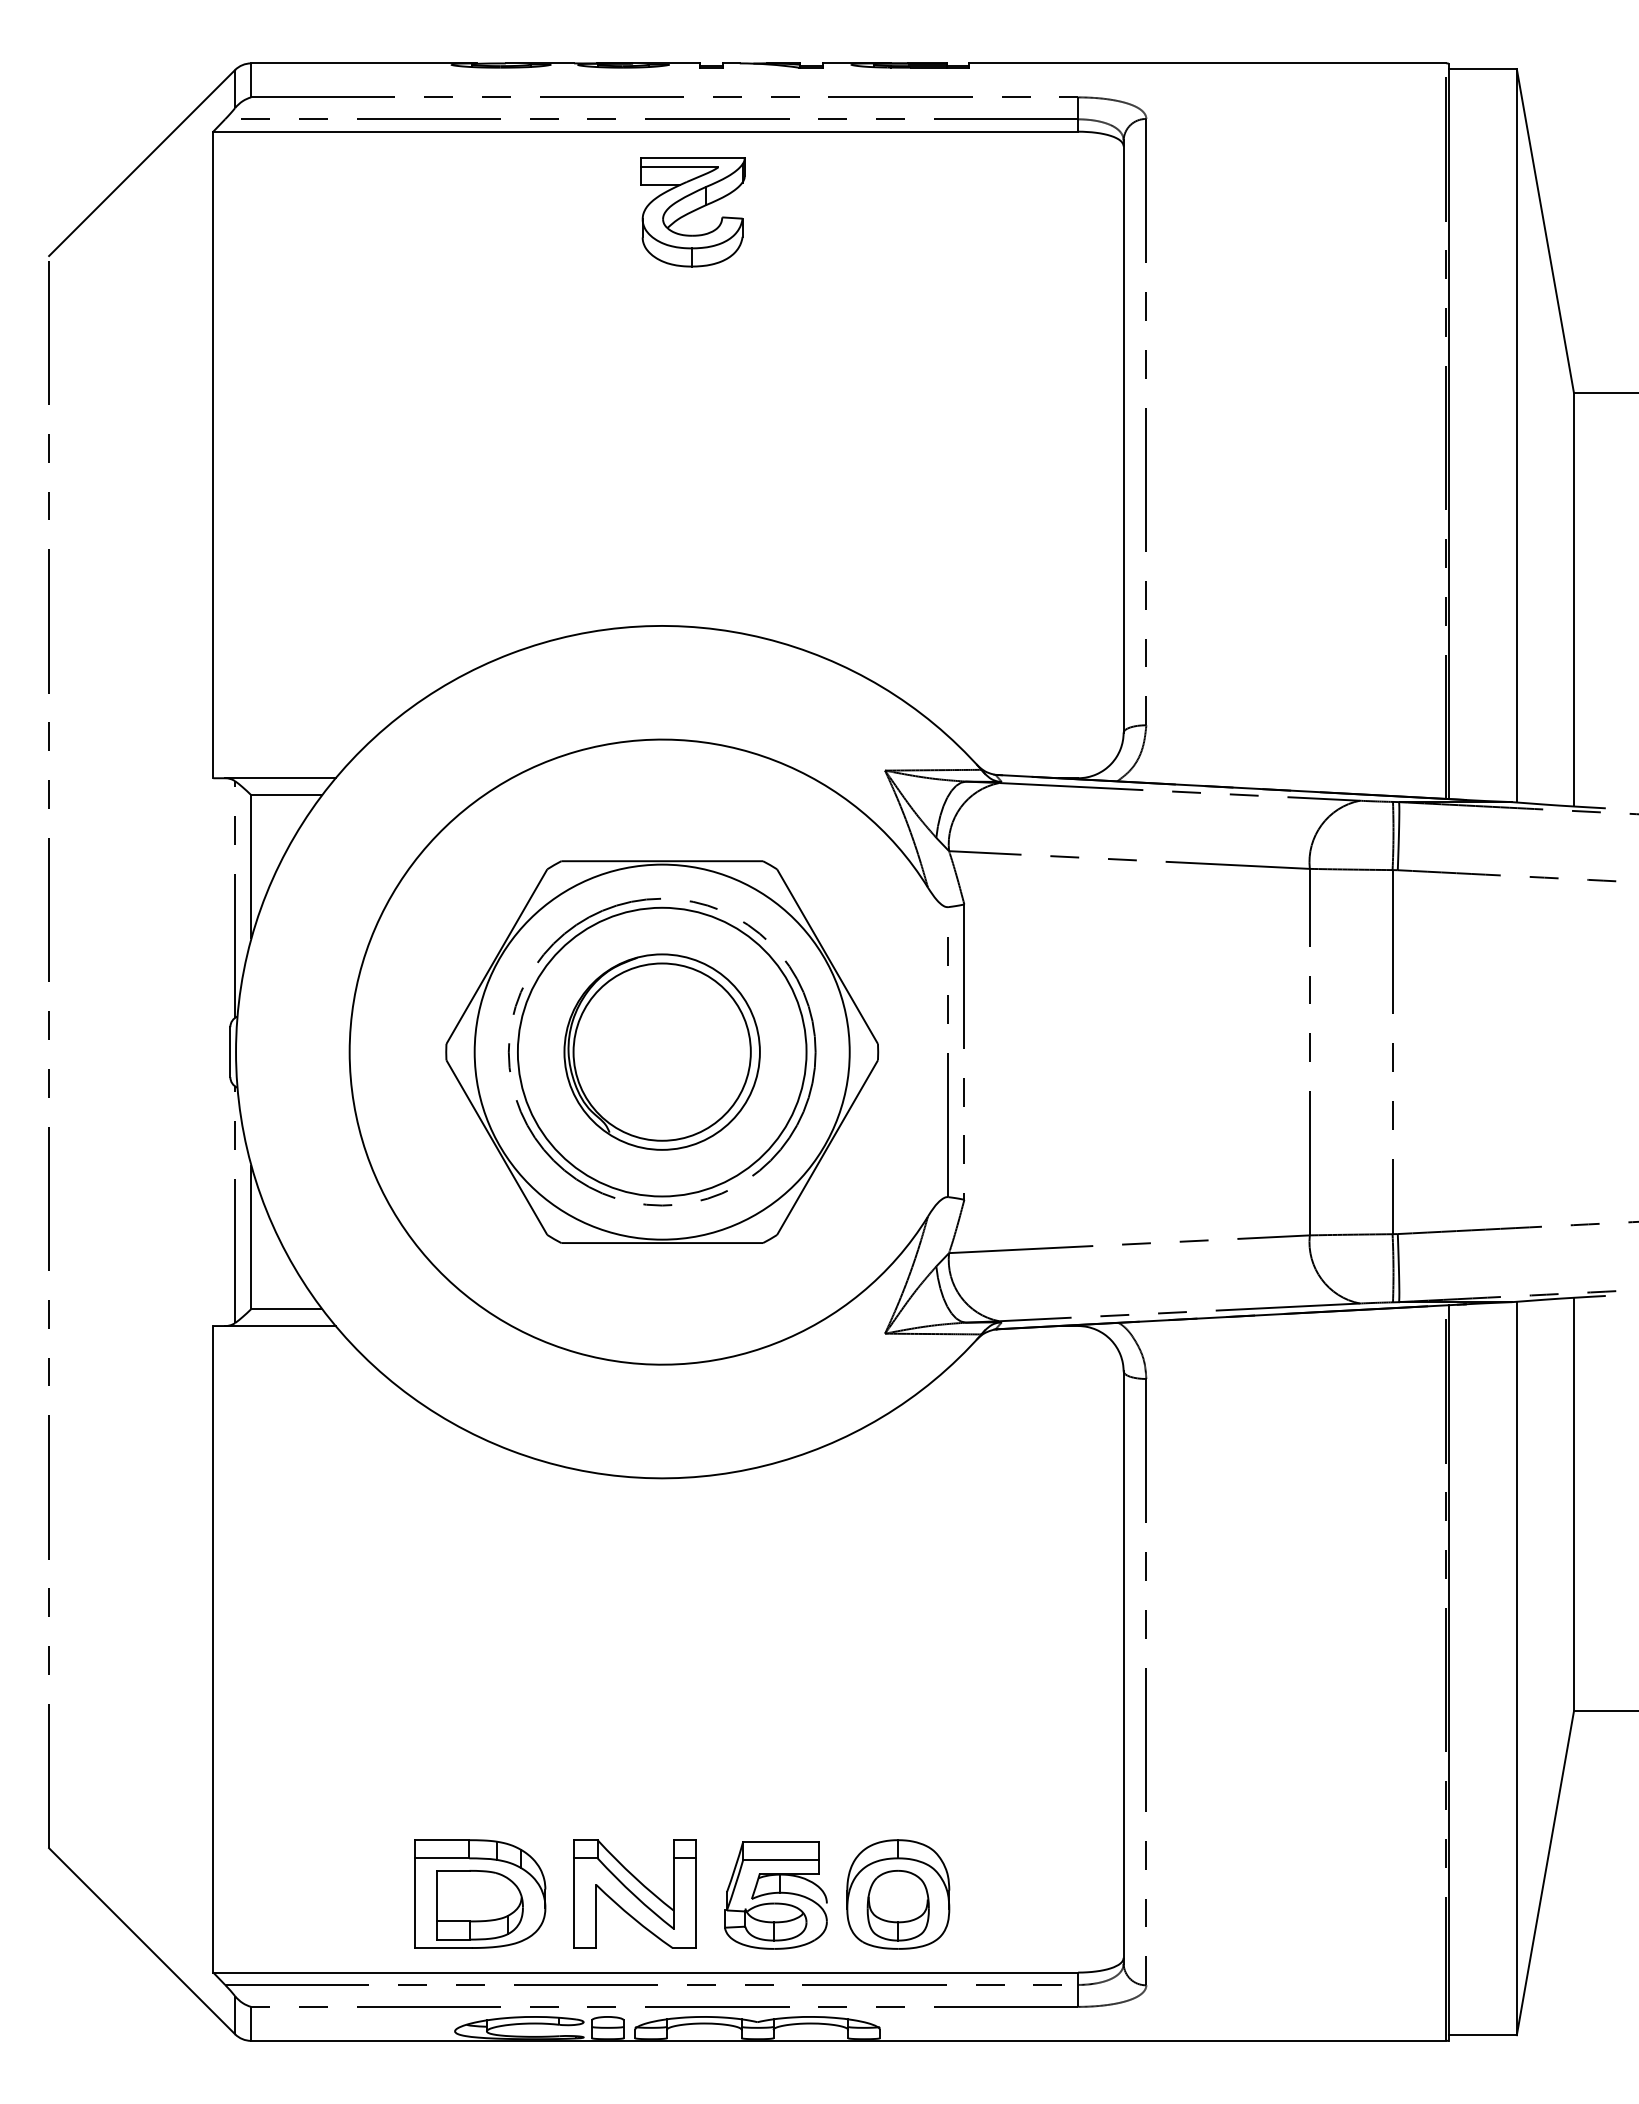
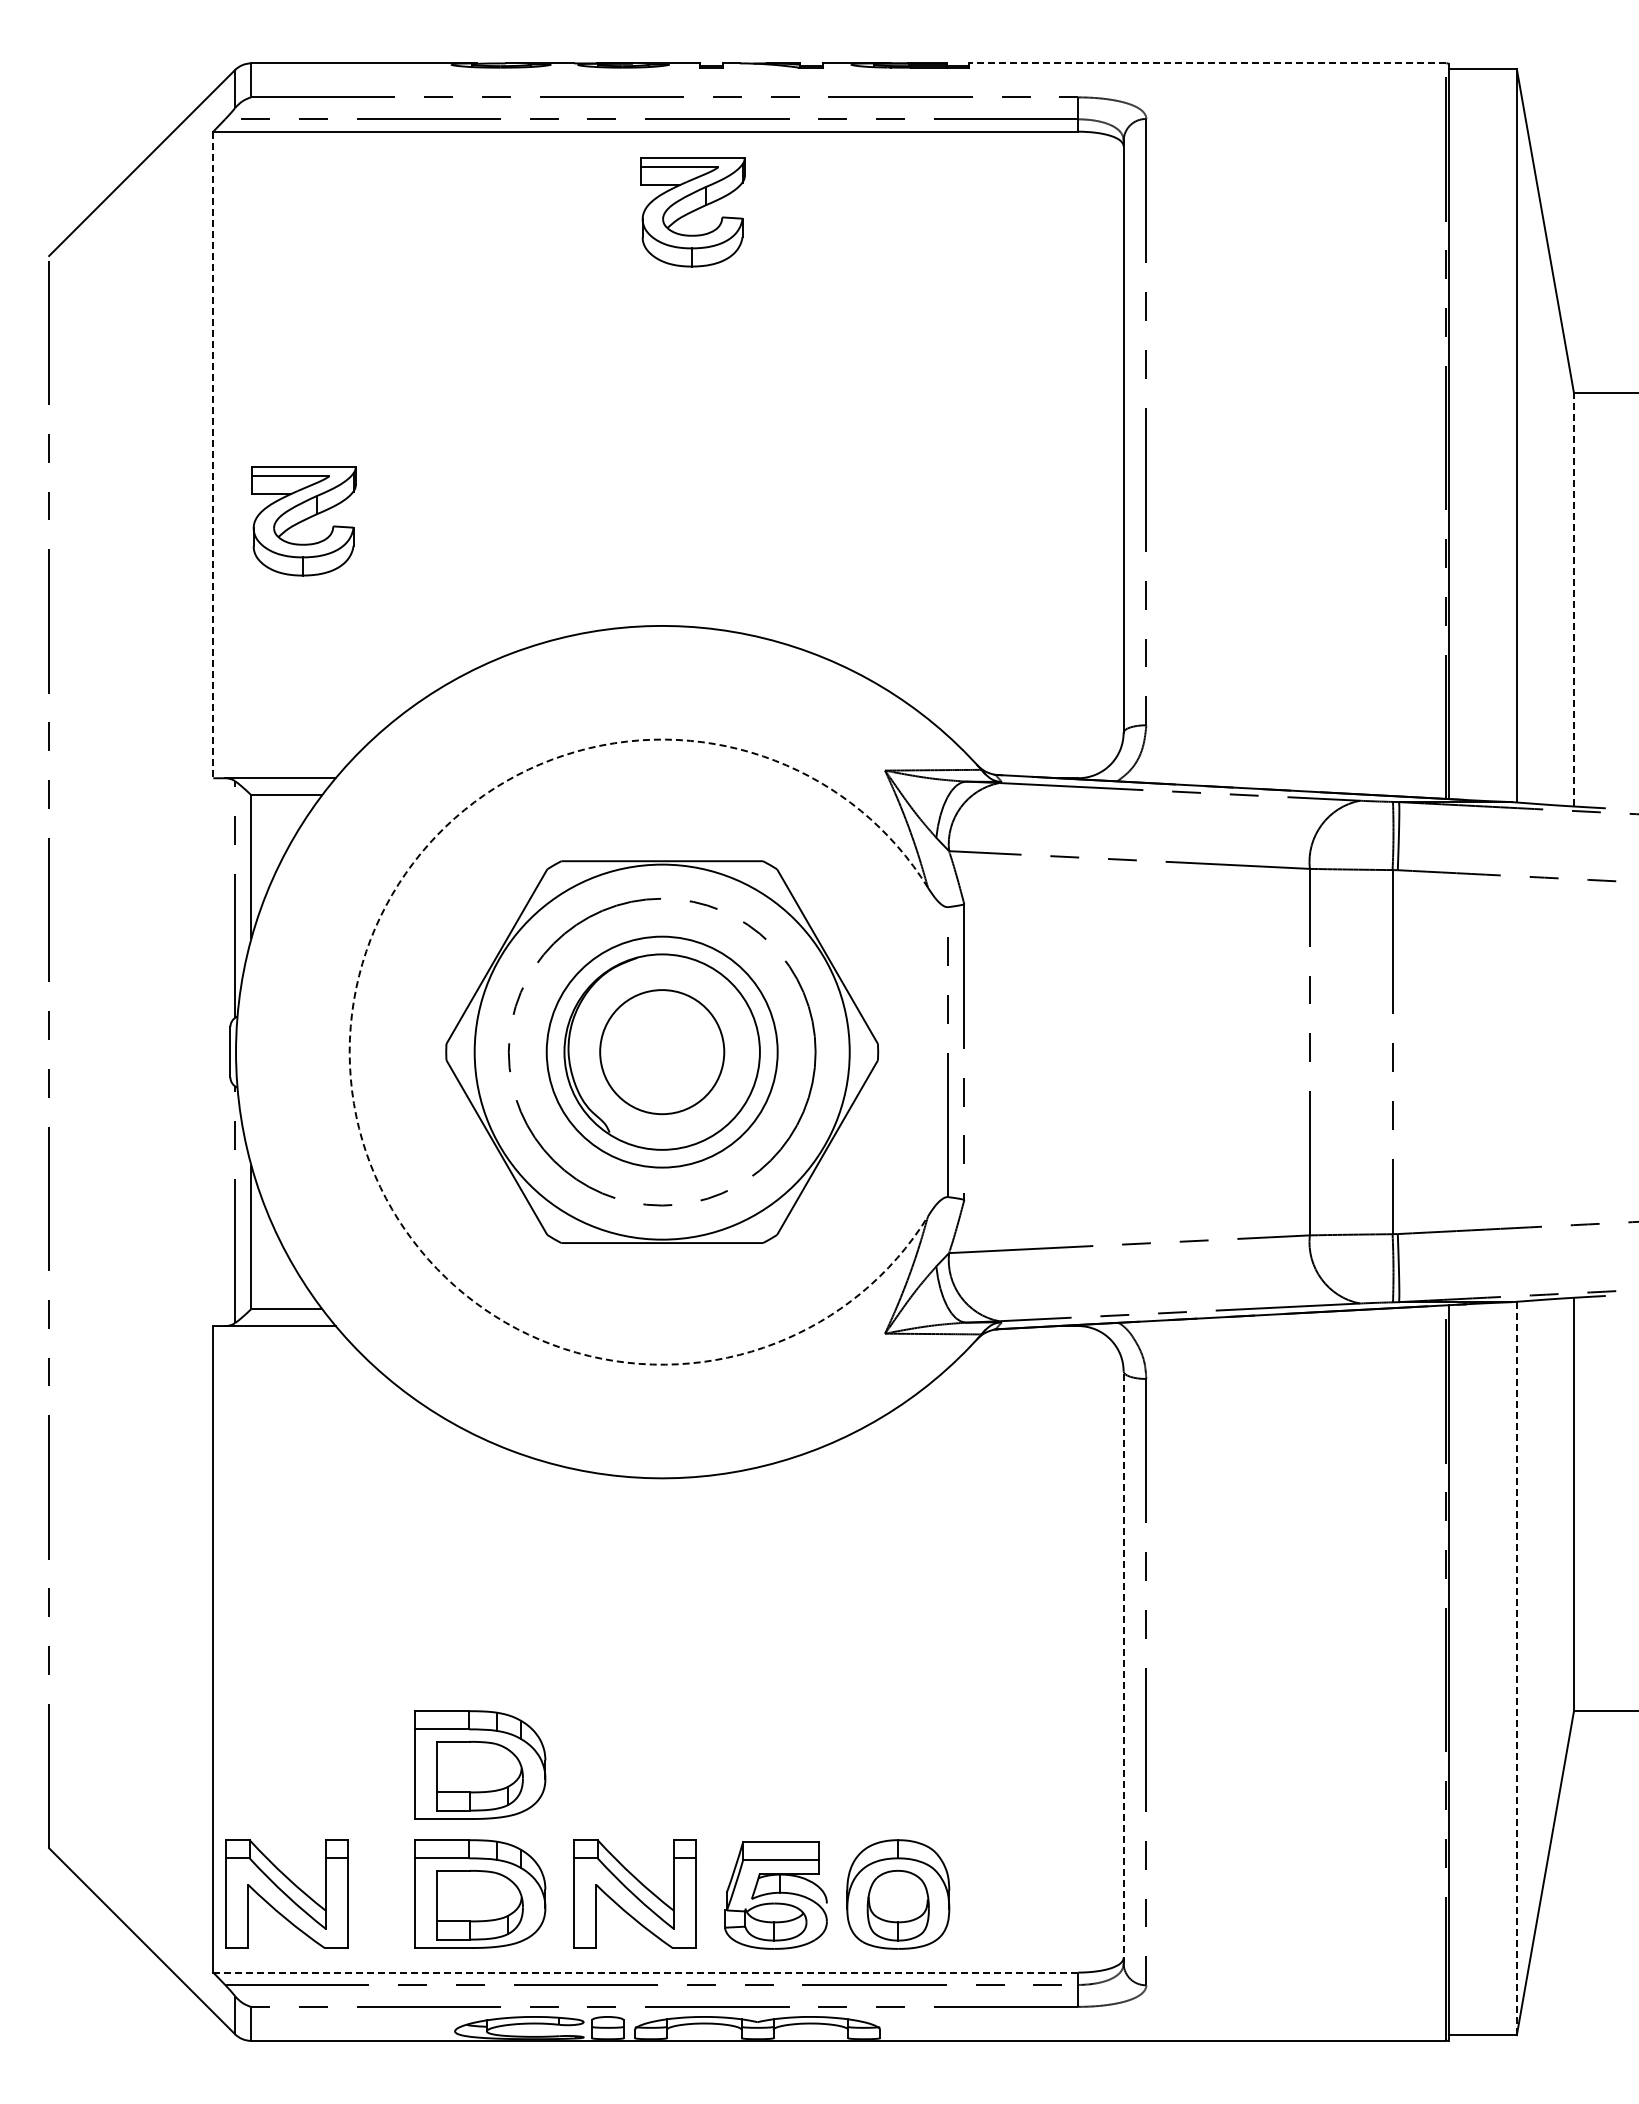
line at (1207, 63): solid -> dashed
line at (213, 455): solid -> dashed
part at (303, 521): none -> present
line at (1573, 598): solid -> dashed
circle at (661, 1051) diameter: 177 px -> 124 px
circle at (661, 1051) diameter: 289 px -> 231 px
arc at (349, 1052): solid -> dashed
line at (1123, 1667): solid -> dashed
line at (1516, 1668): solid -> dashed
part at (480, 1764): none -> present
part at (286, 1893): none -> present
line at (645, 1972): solid -> dashed
